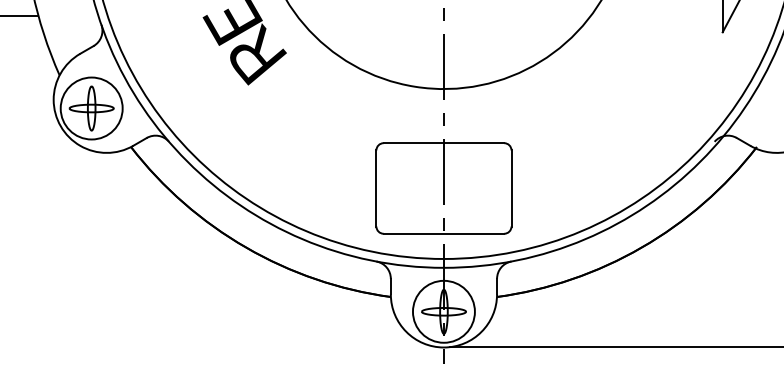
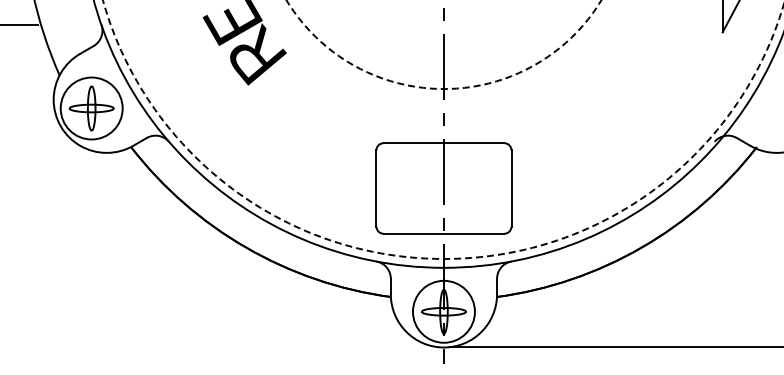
line at (20, 15) position: (20, 15) -> (20, 24)
arc at (444, 89): solid -> dashed
circle at (443, 129): solid -> dashed
